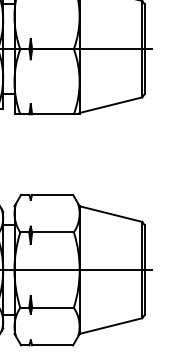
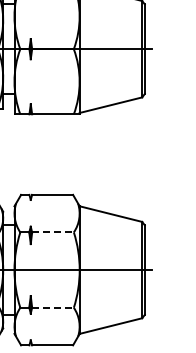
line at (53, 232): solid -> dashed
line at (53, 307): solid -> dashed
